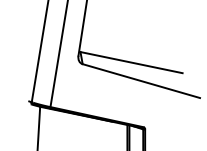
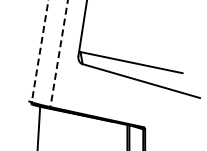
line at (40, 51): solid -> dashed
line at (59, 53): solid -> dashed
